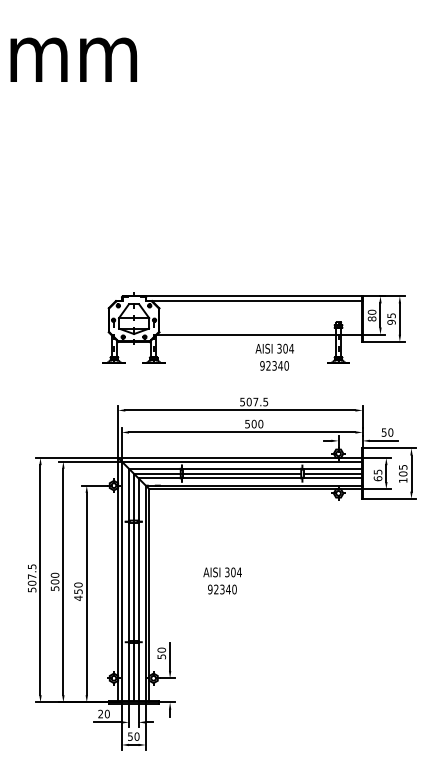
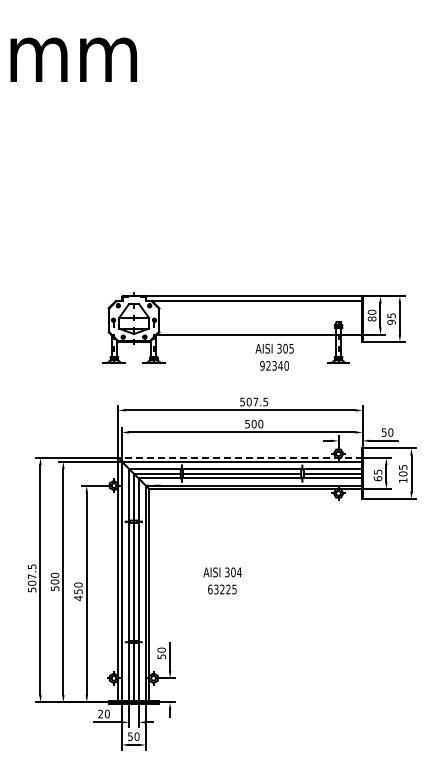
text at (291, 348): 304 -> 305
line at (239, 457): solid -> dashed
text at (222, 589): 92340 -> 63225
